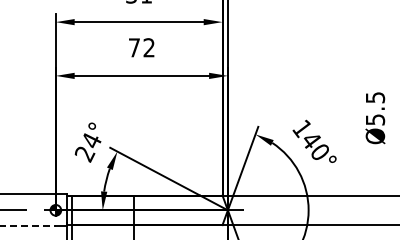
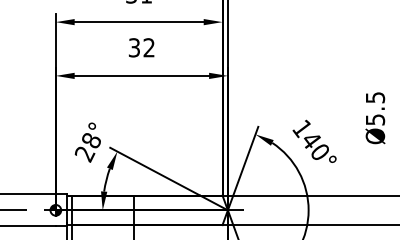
text at (133, 47): 72 -> 32
text at (91, 140): 24° -> 28°
line at (28, 226): dashed -> solid
